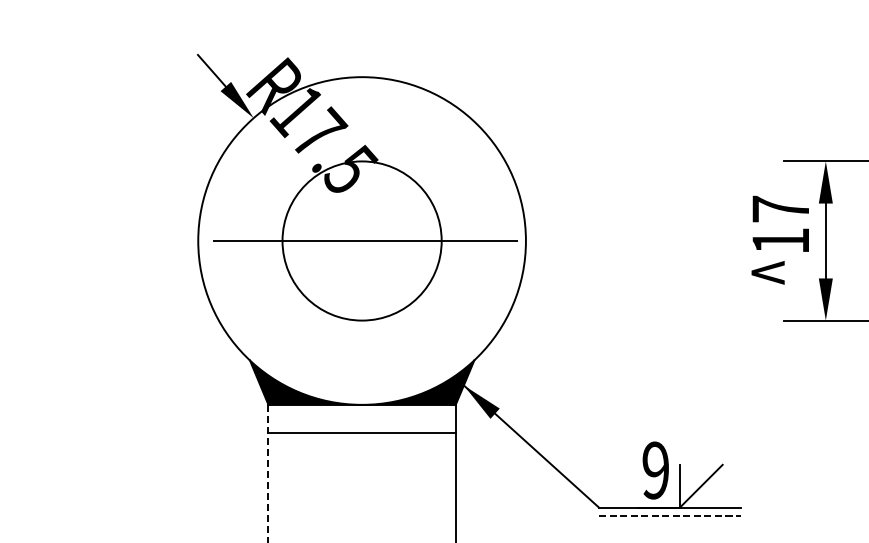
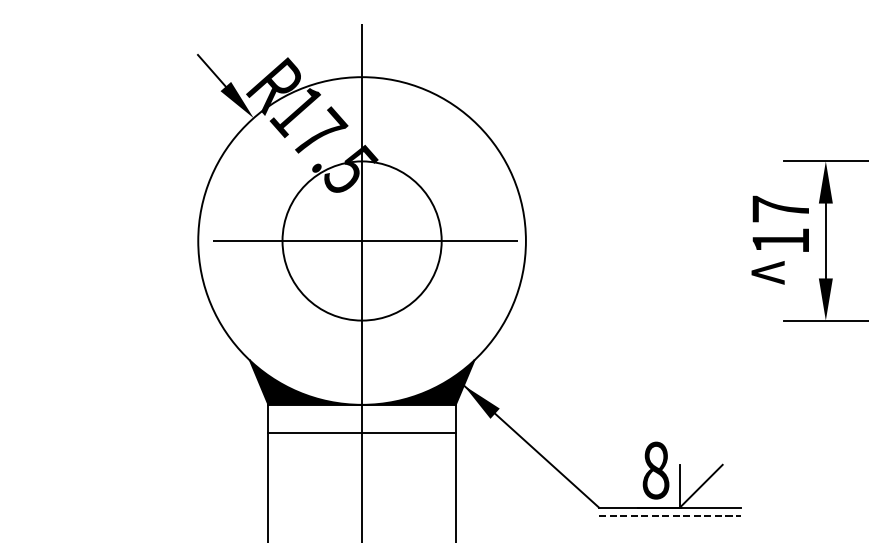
line at (362, 281): none -> present
text at (655, 470): 9 -> 8
line at (268, 473): dashed -> solid
